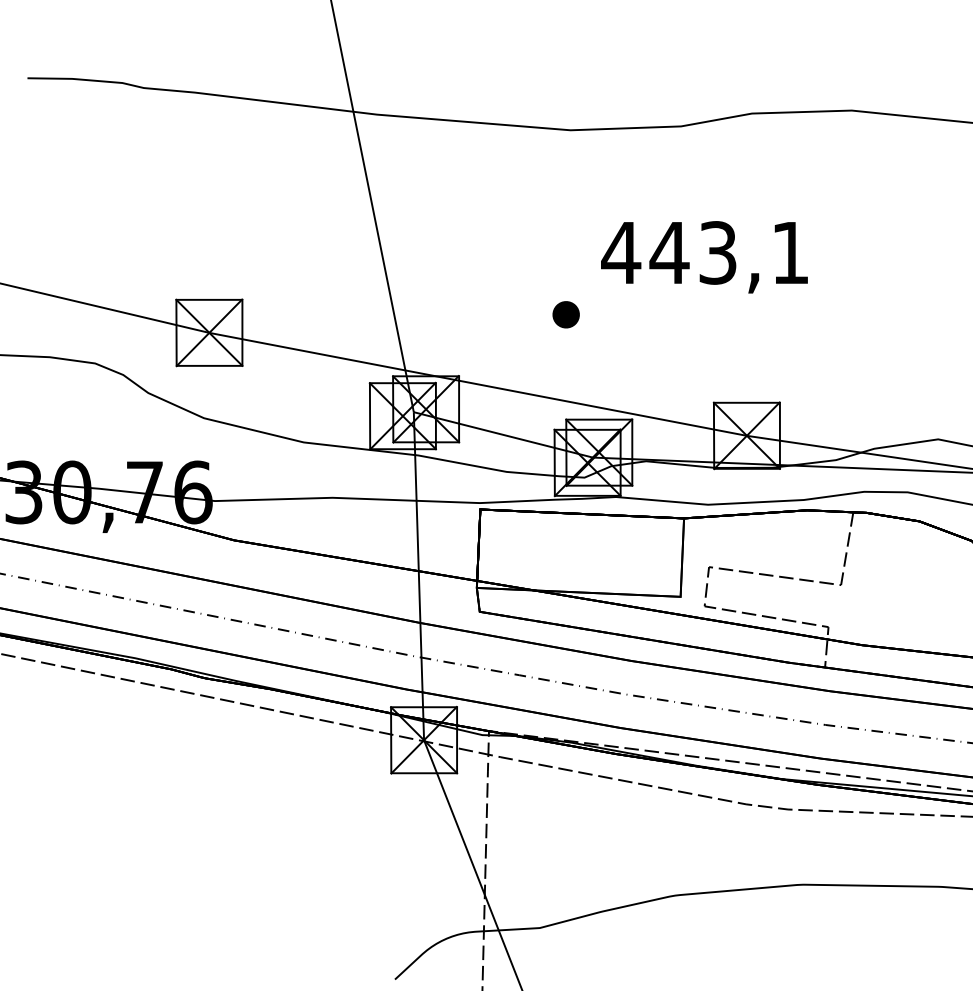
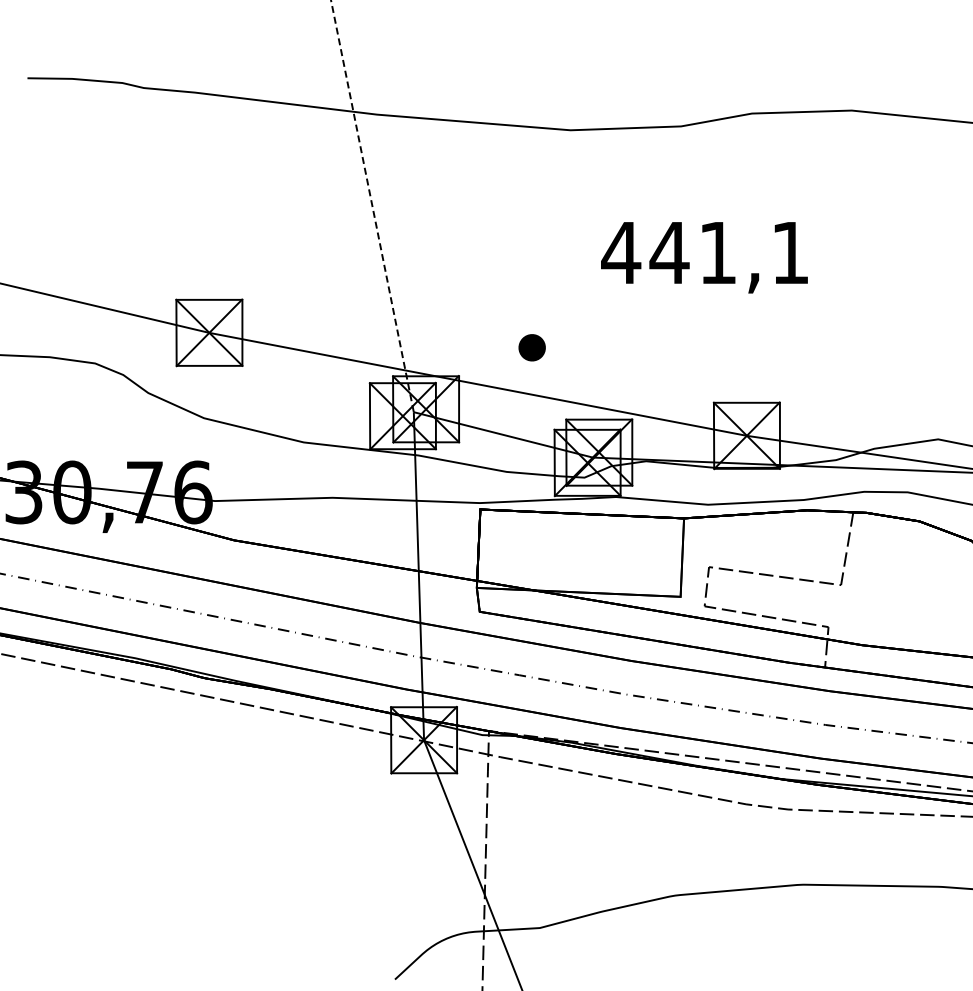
line at (372, 206): solid -> dashed
text at (717, 252): 443,1 -> 441,1
part at (565, 314) position: (565, 314) -> (531, 347)
